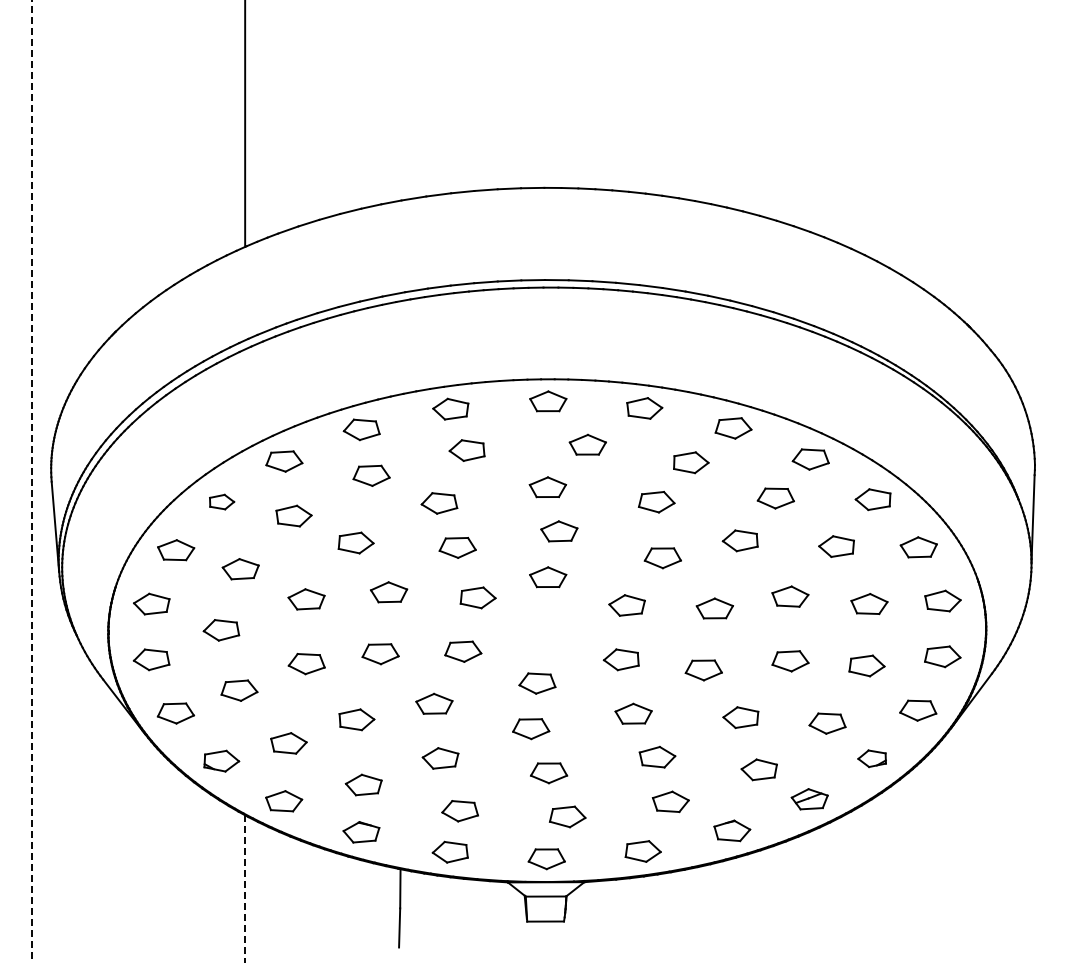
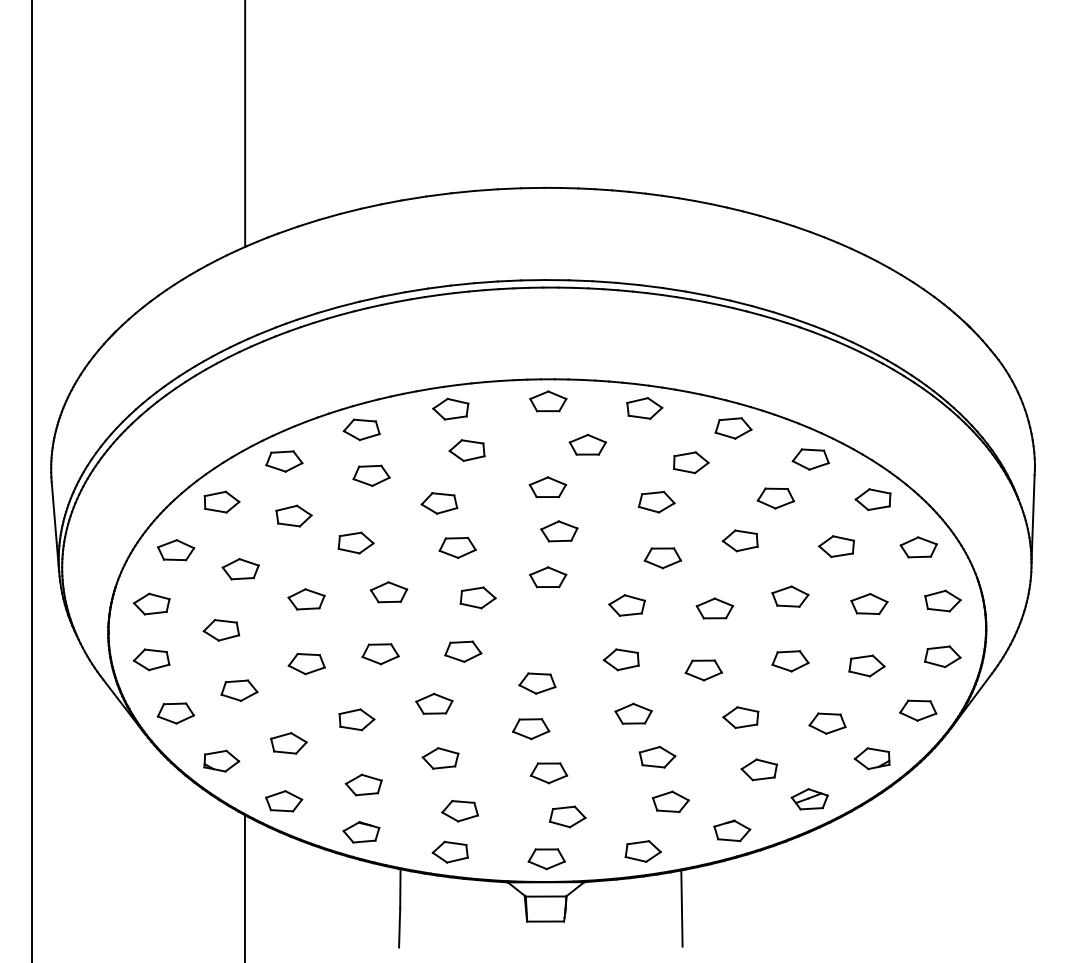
line at (32, 481): dashed -> solid
part at (222, 501) size: 27x18 px -> 38x24 px
part at (871, 758) size: 30x20 px -> 38x24 px
line at (245, 889): dashed -> solid
line at (681, 908): none -> present
